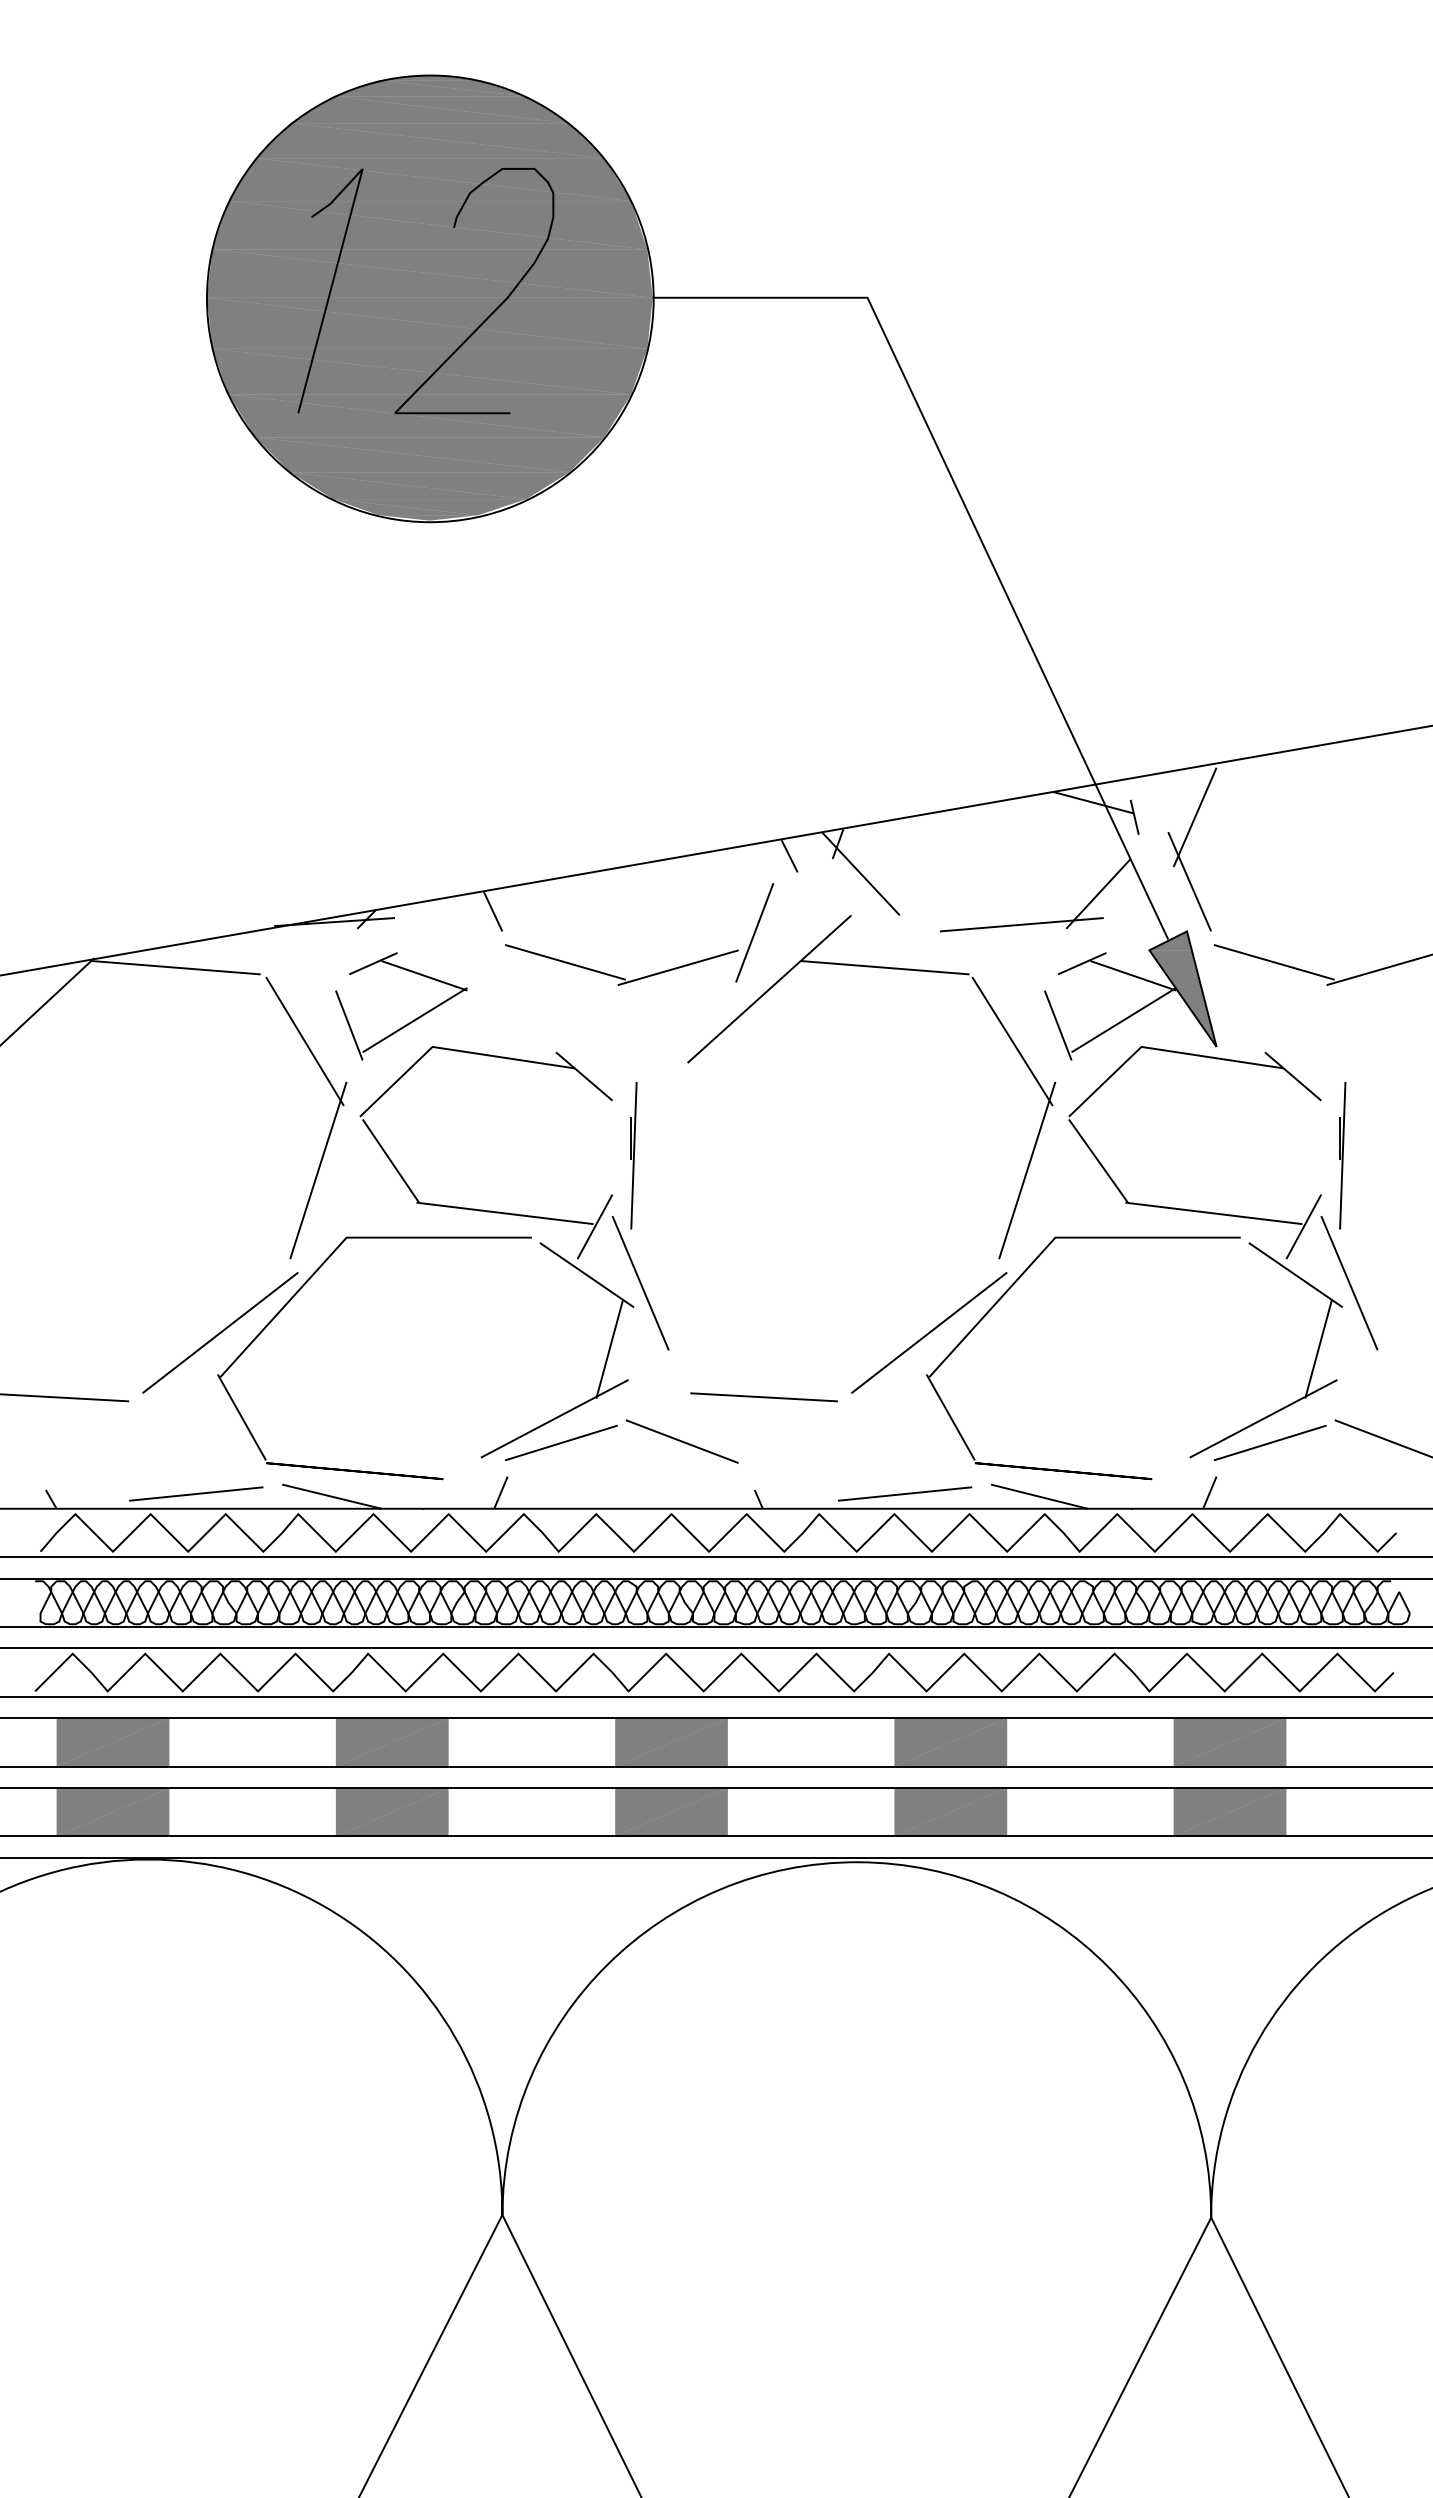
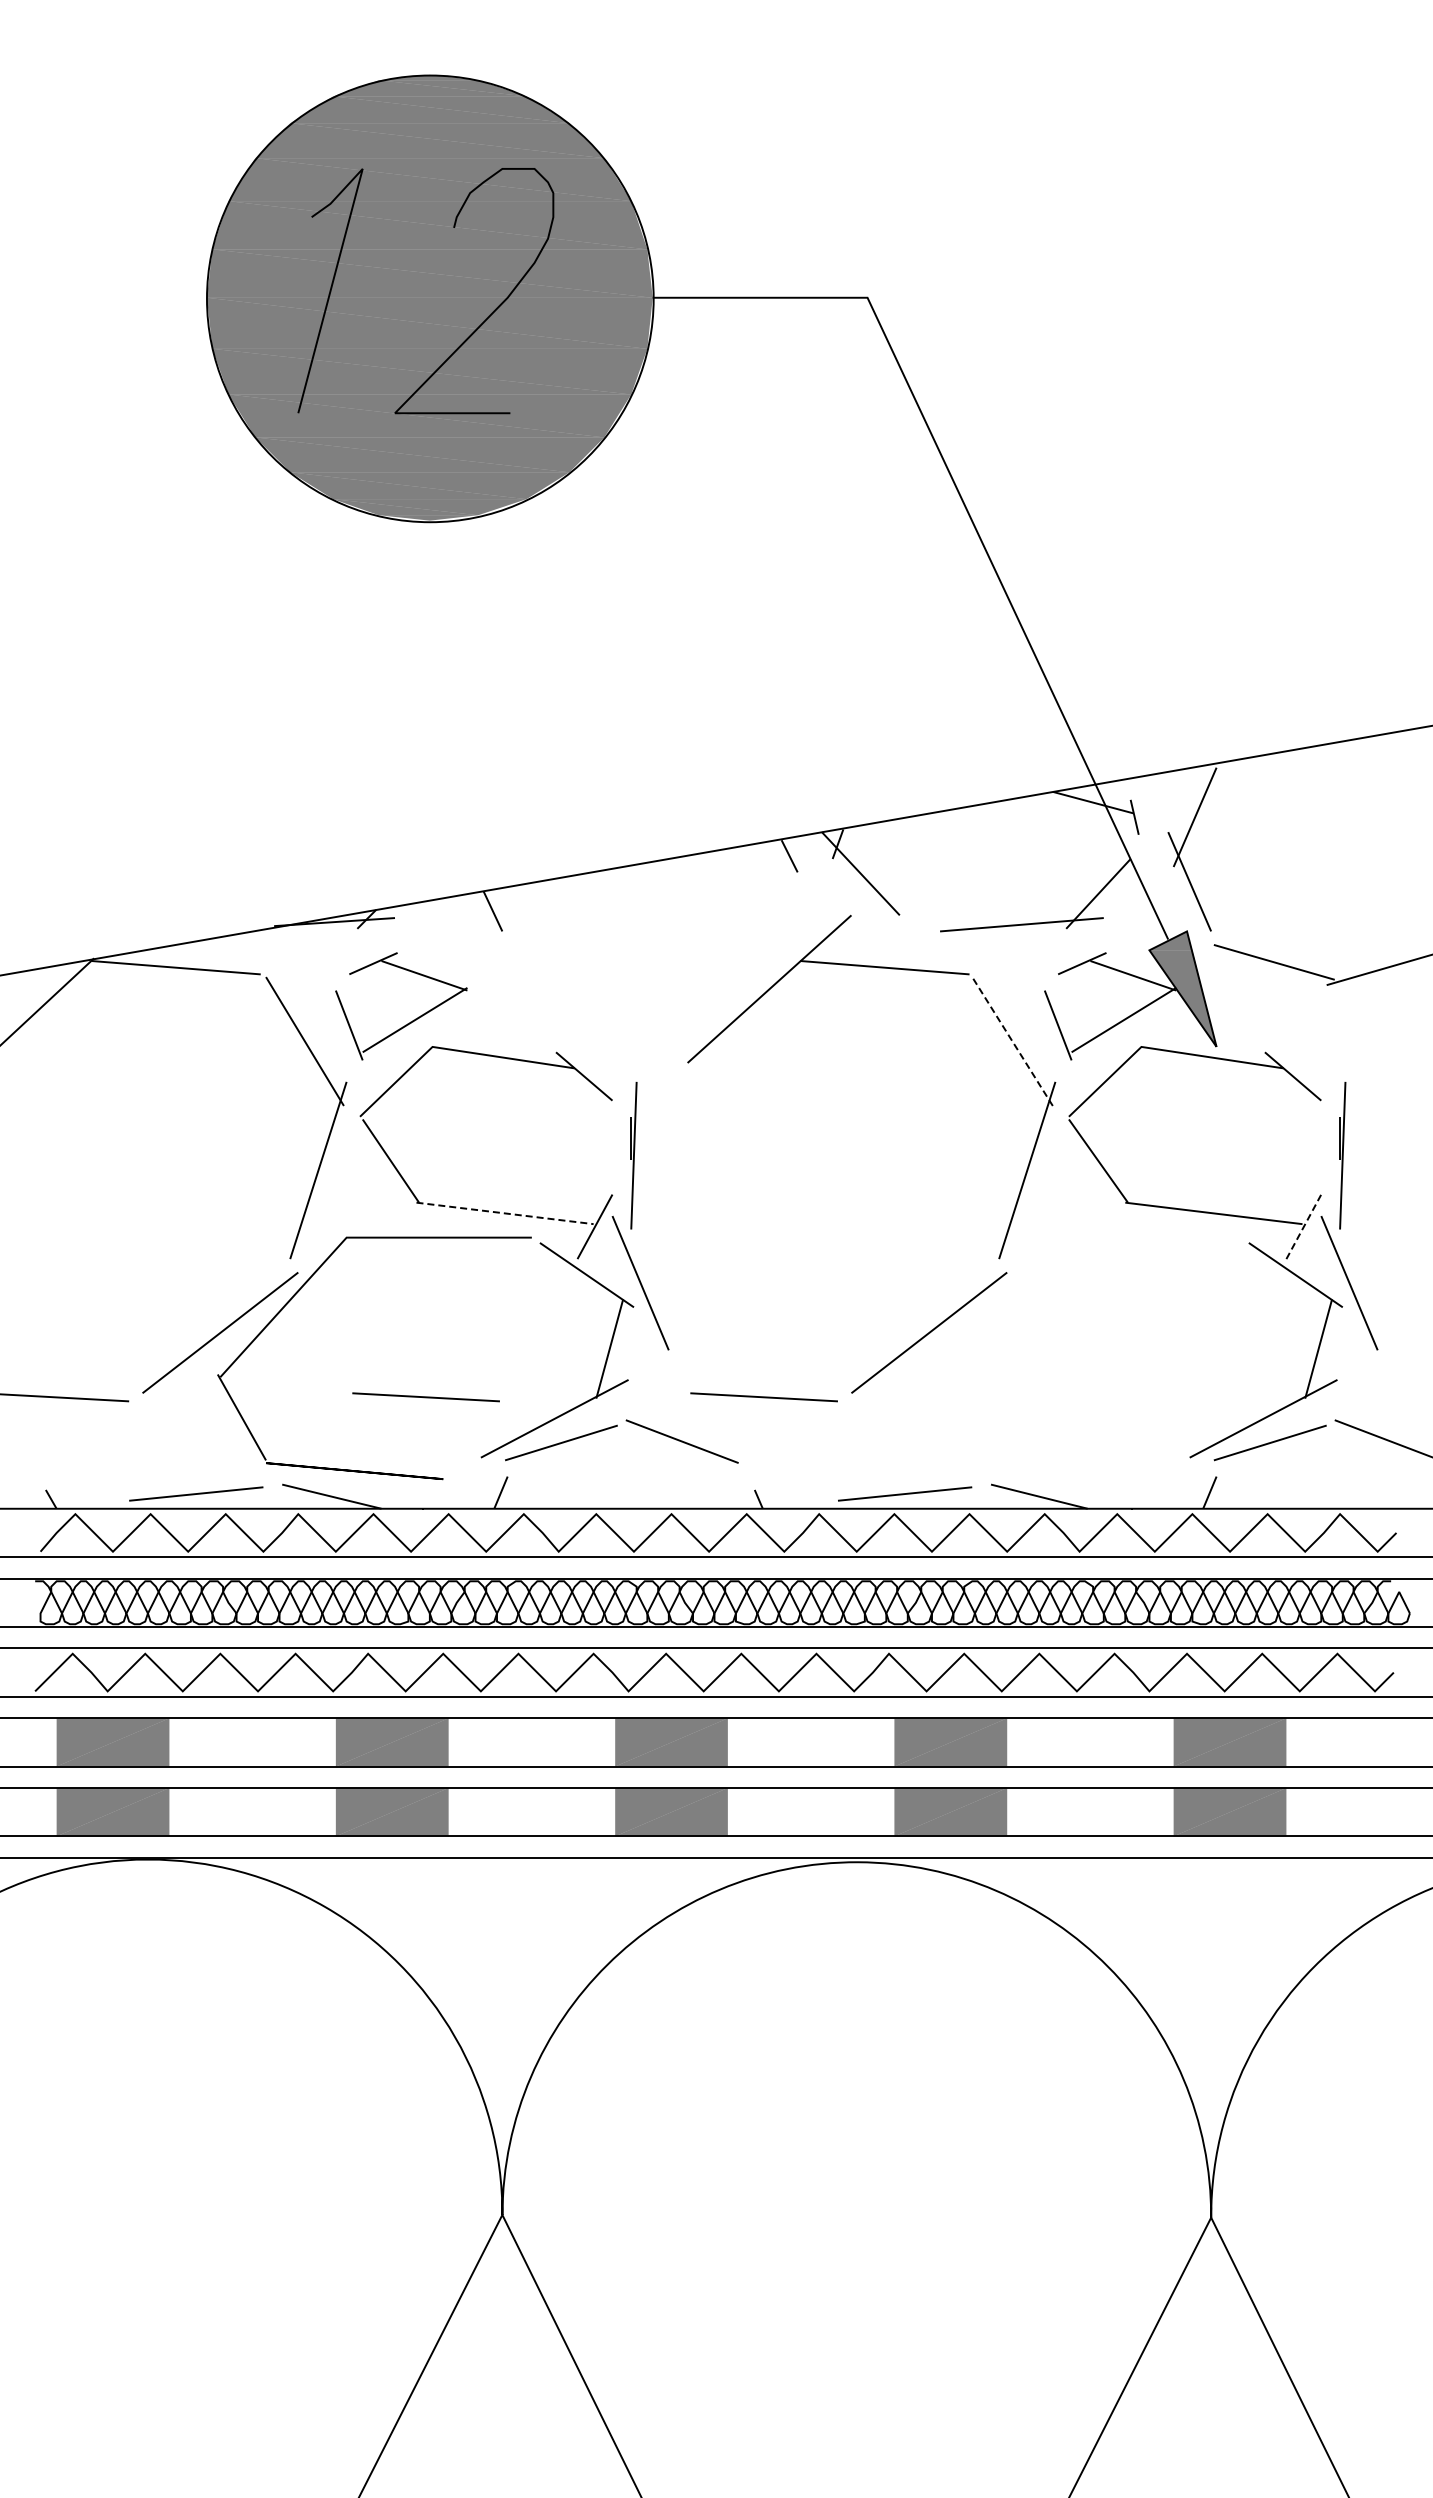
part at (653, 973): present -> none
line at (1012, 1041): solid -> dashed
line at (505, 1213): solid -> dashed
line at (1303, 1226): solid -> dashed
part at (1008, 1291): present -> none
line at (425, 1397): none -> present
